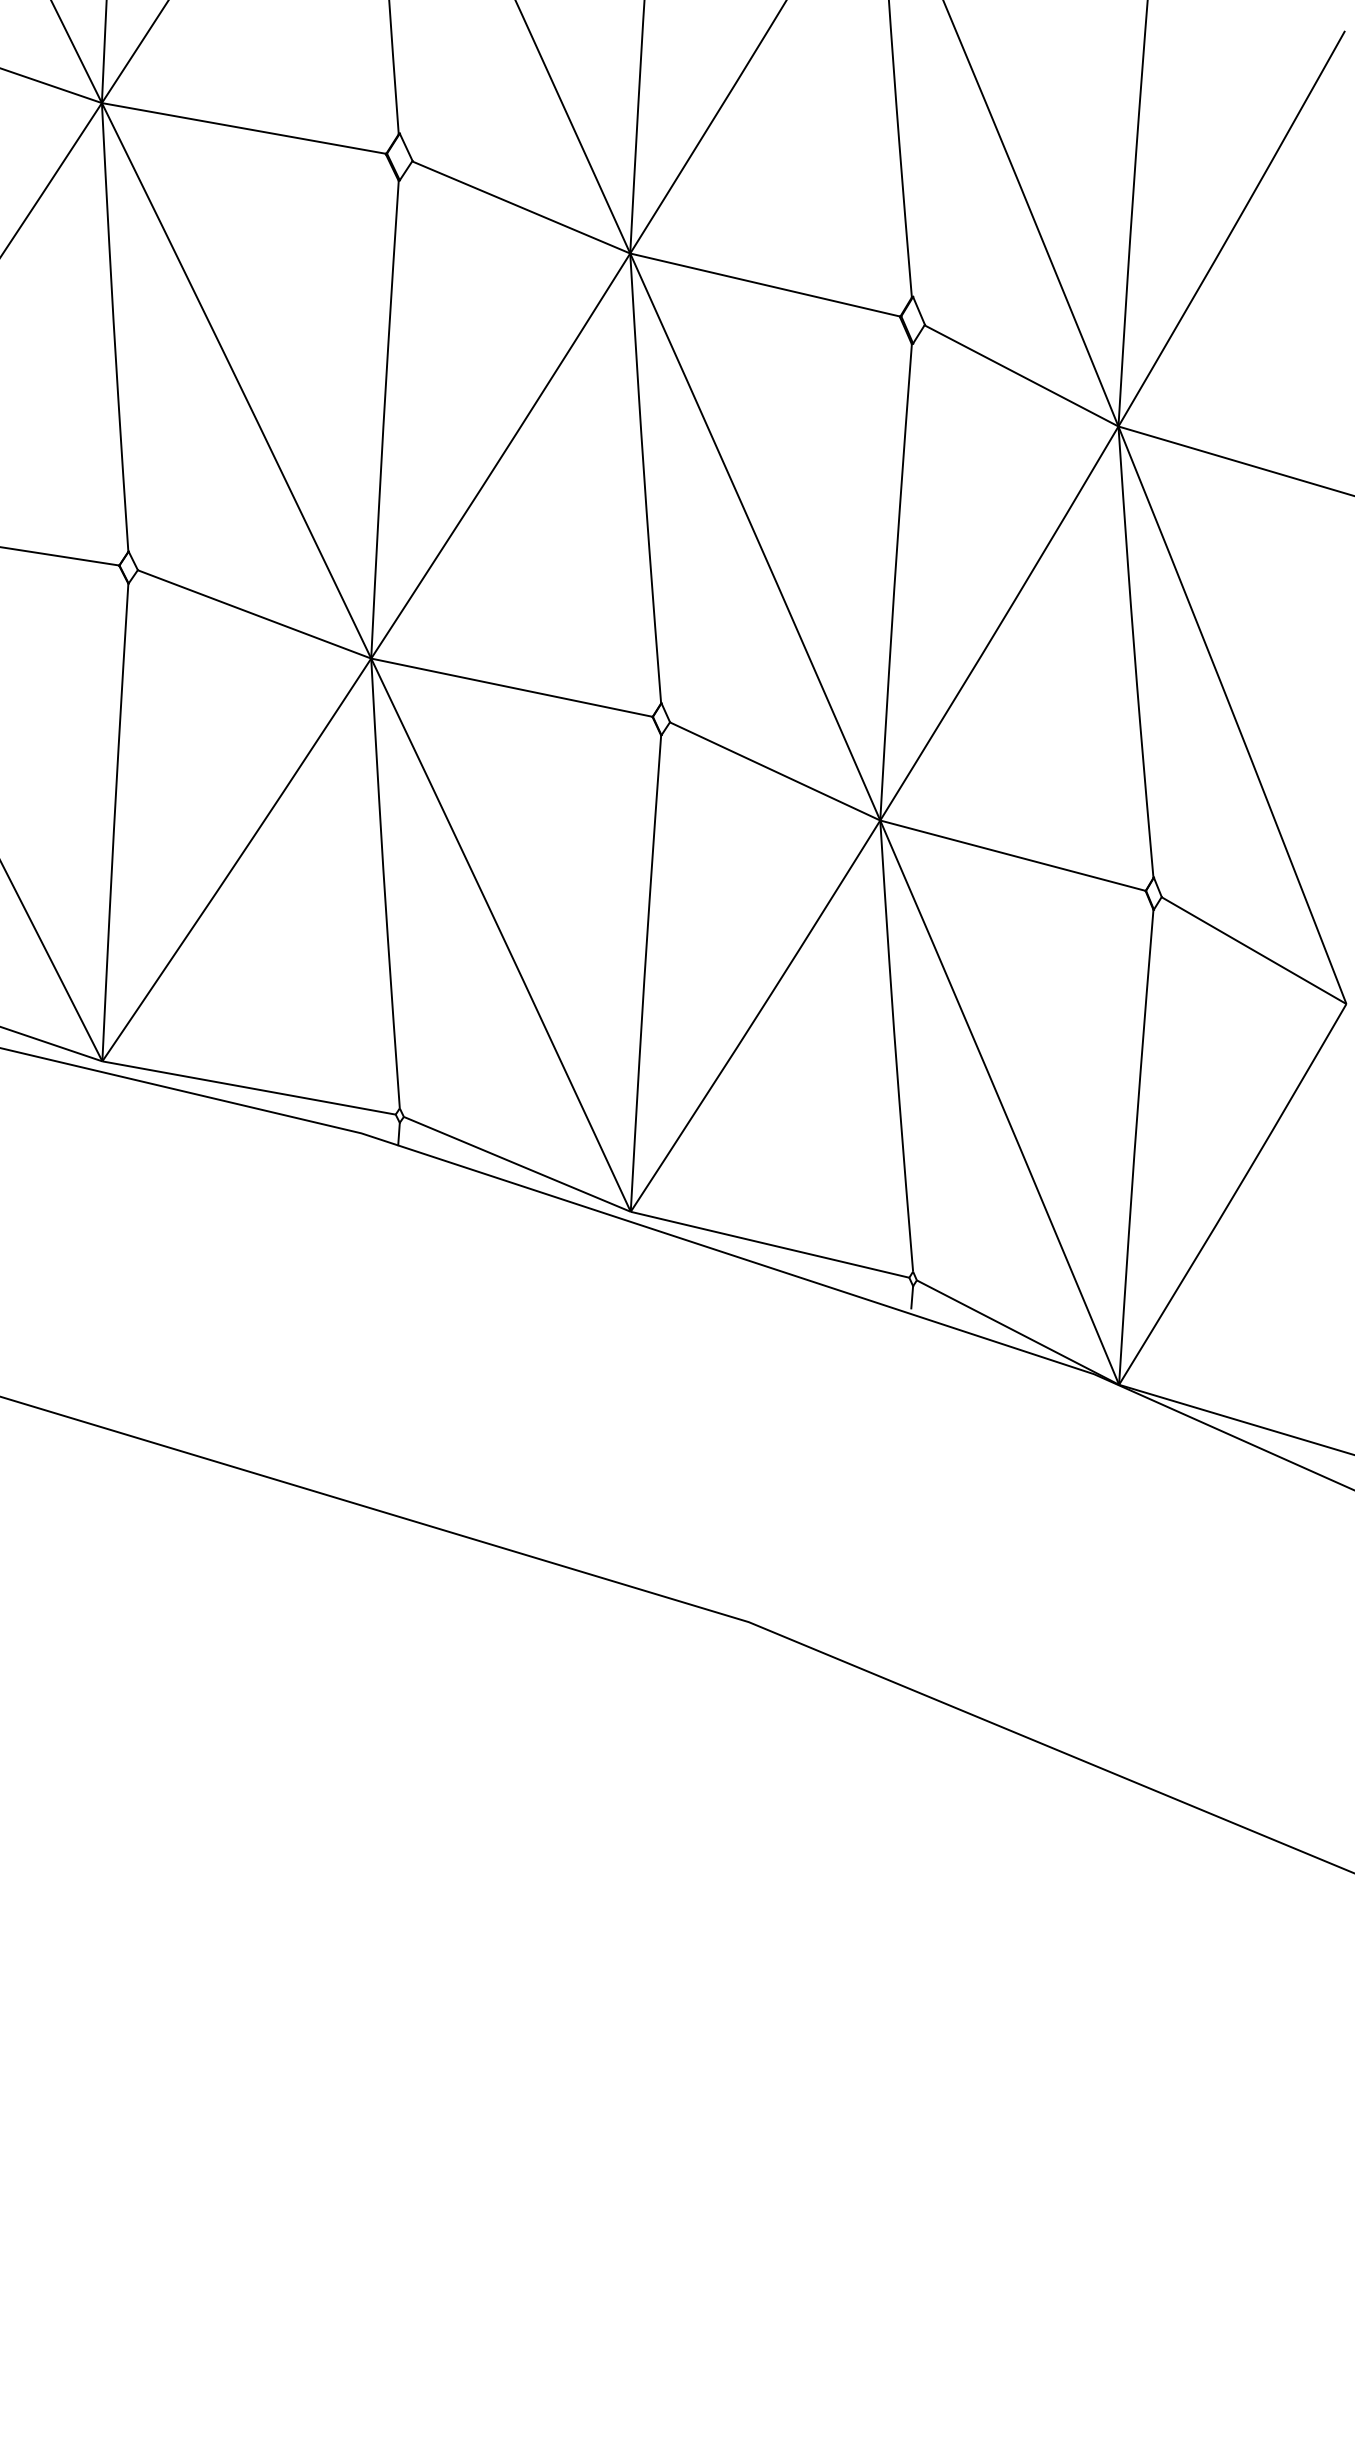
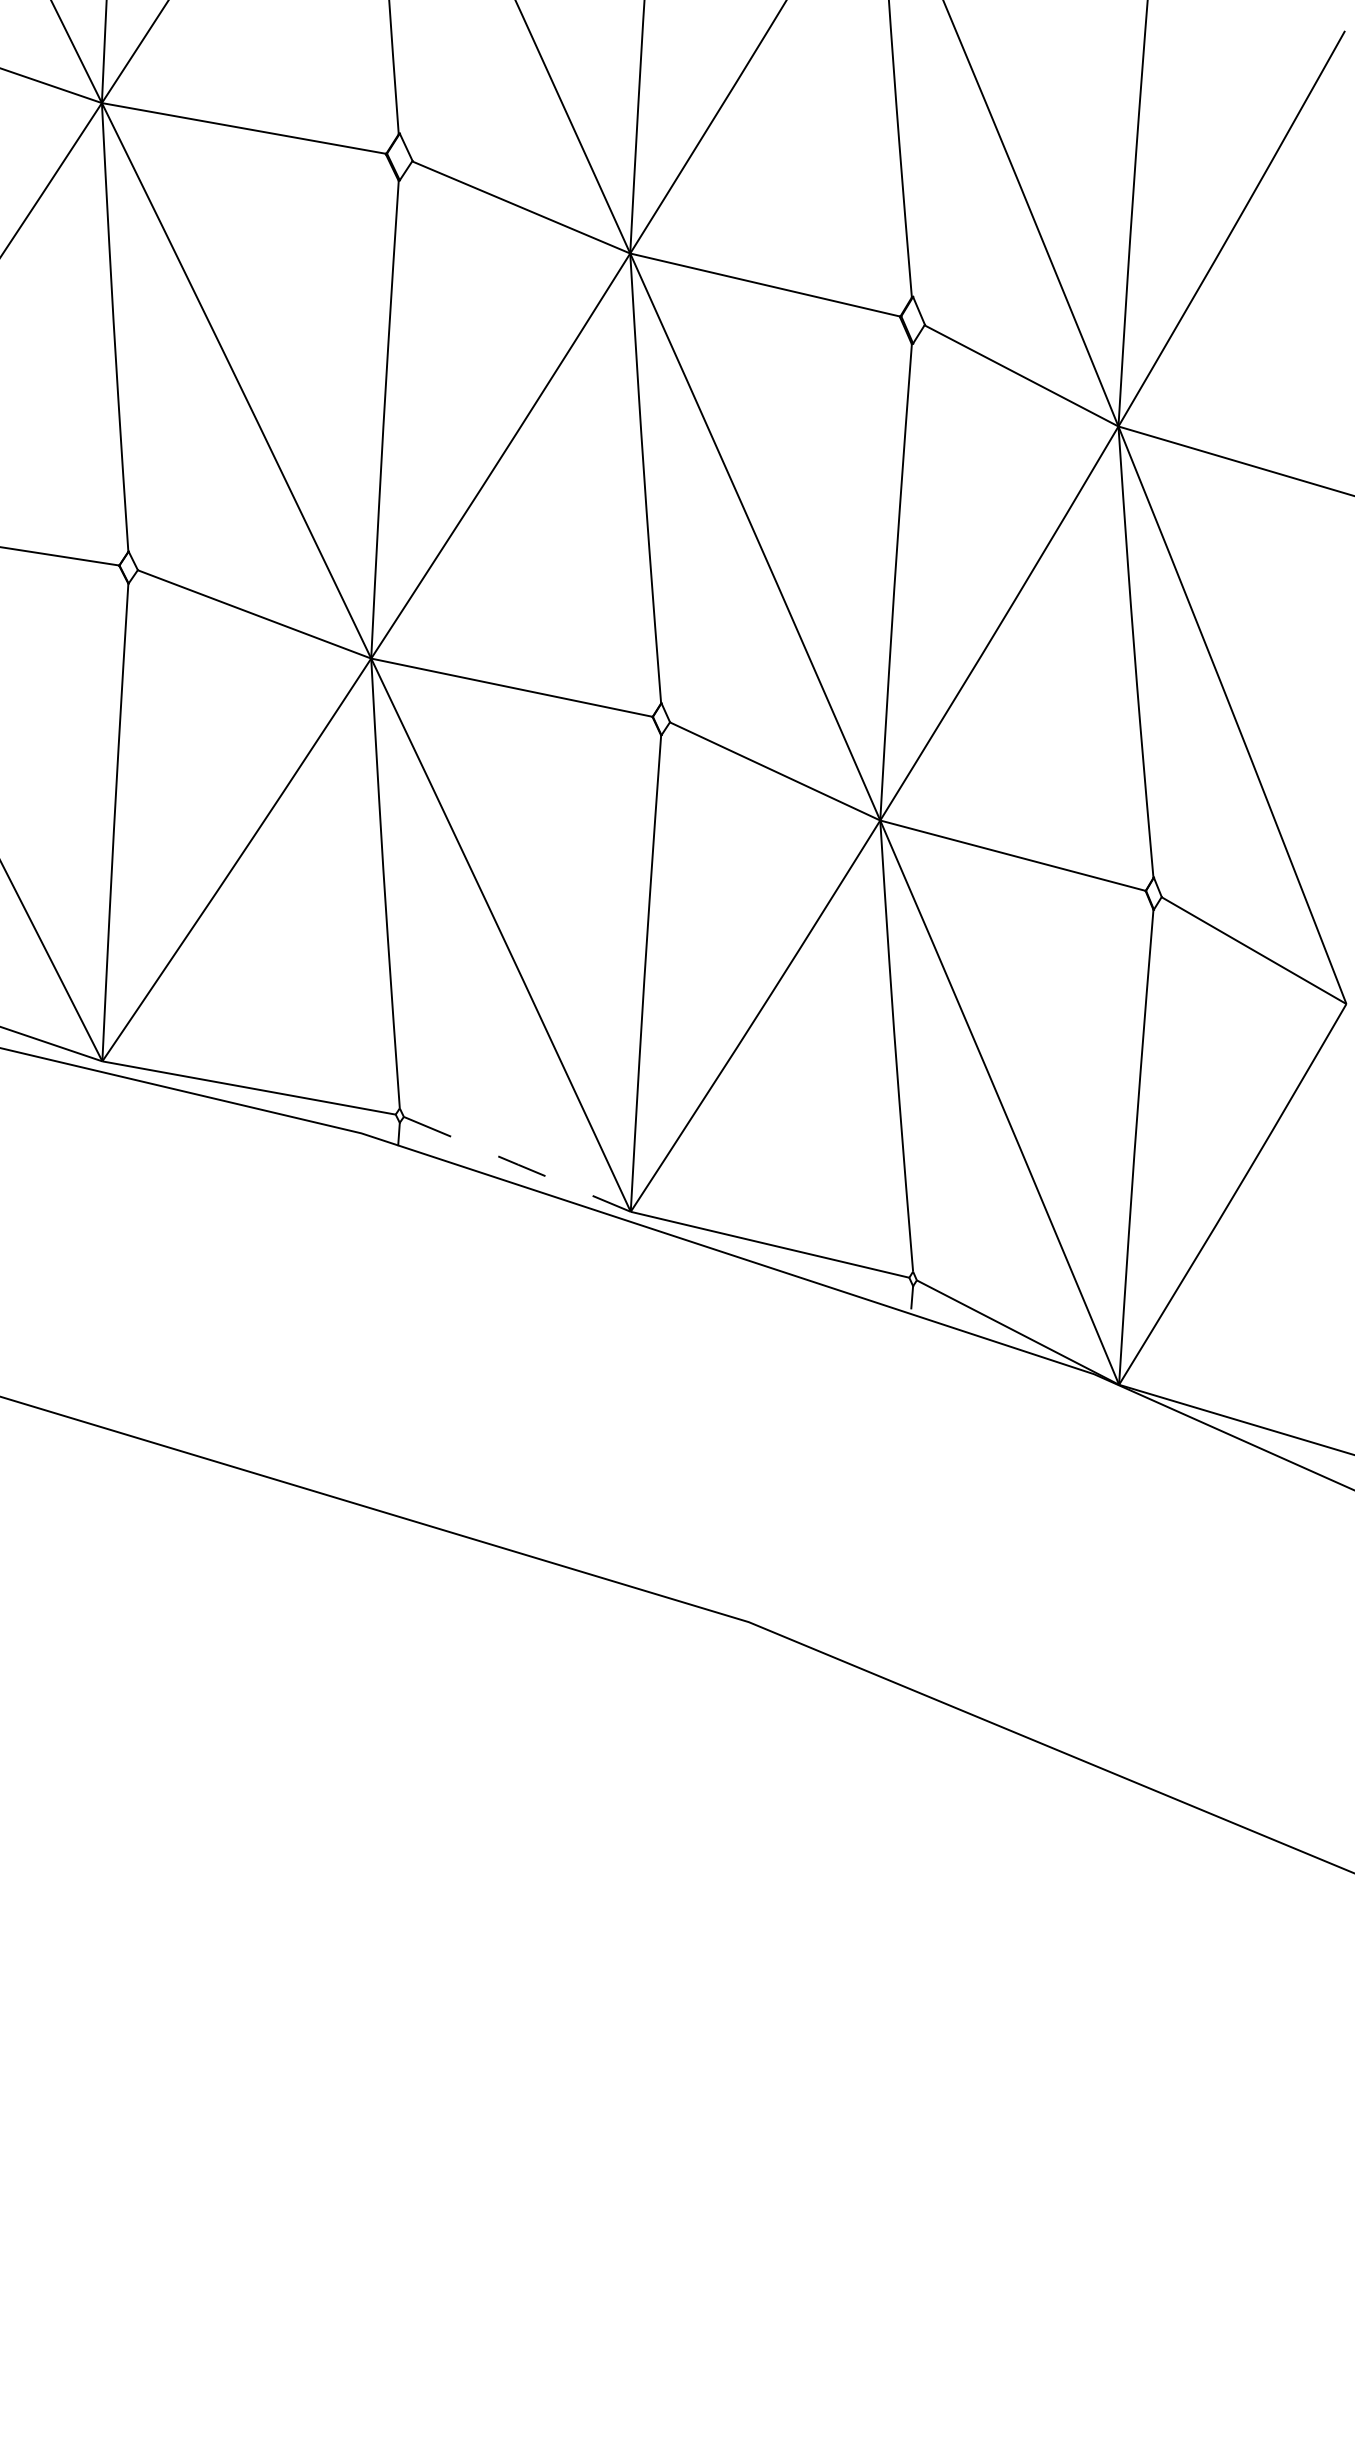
line at (518, 1164): solid -> dashed
